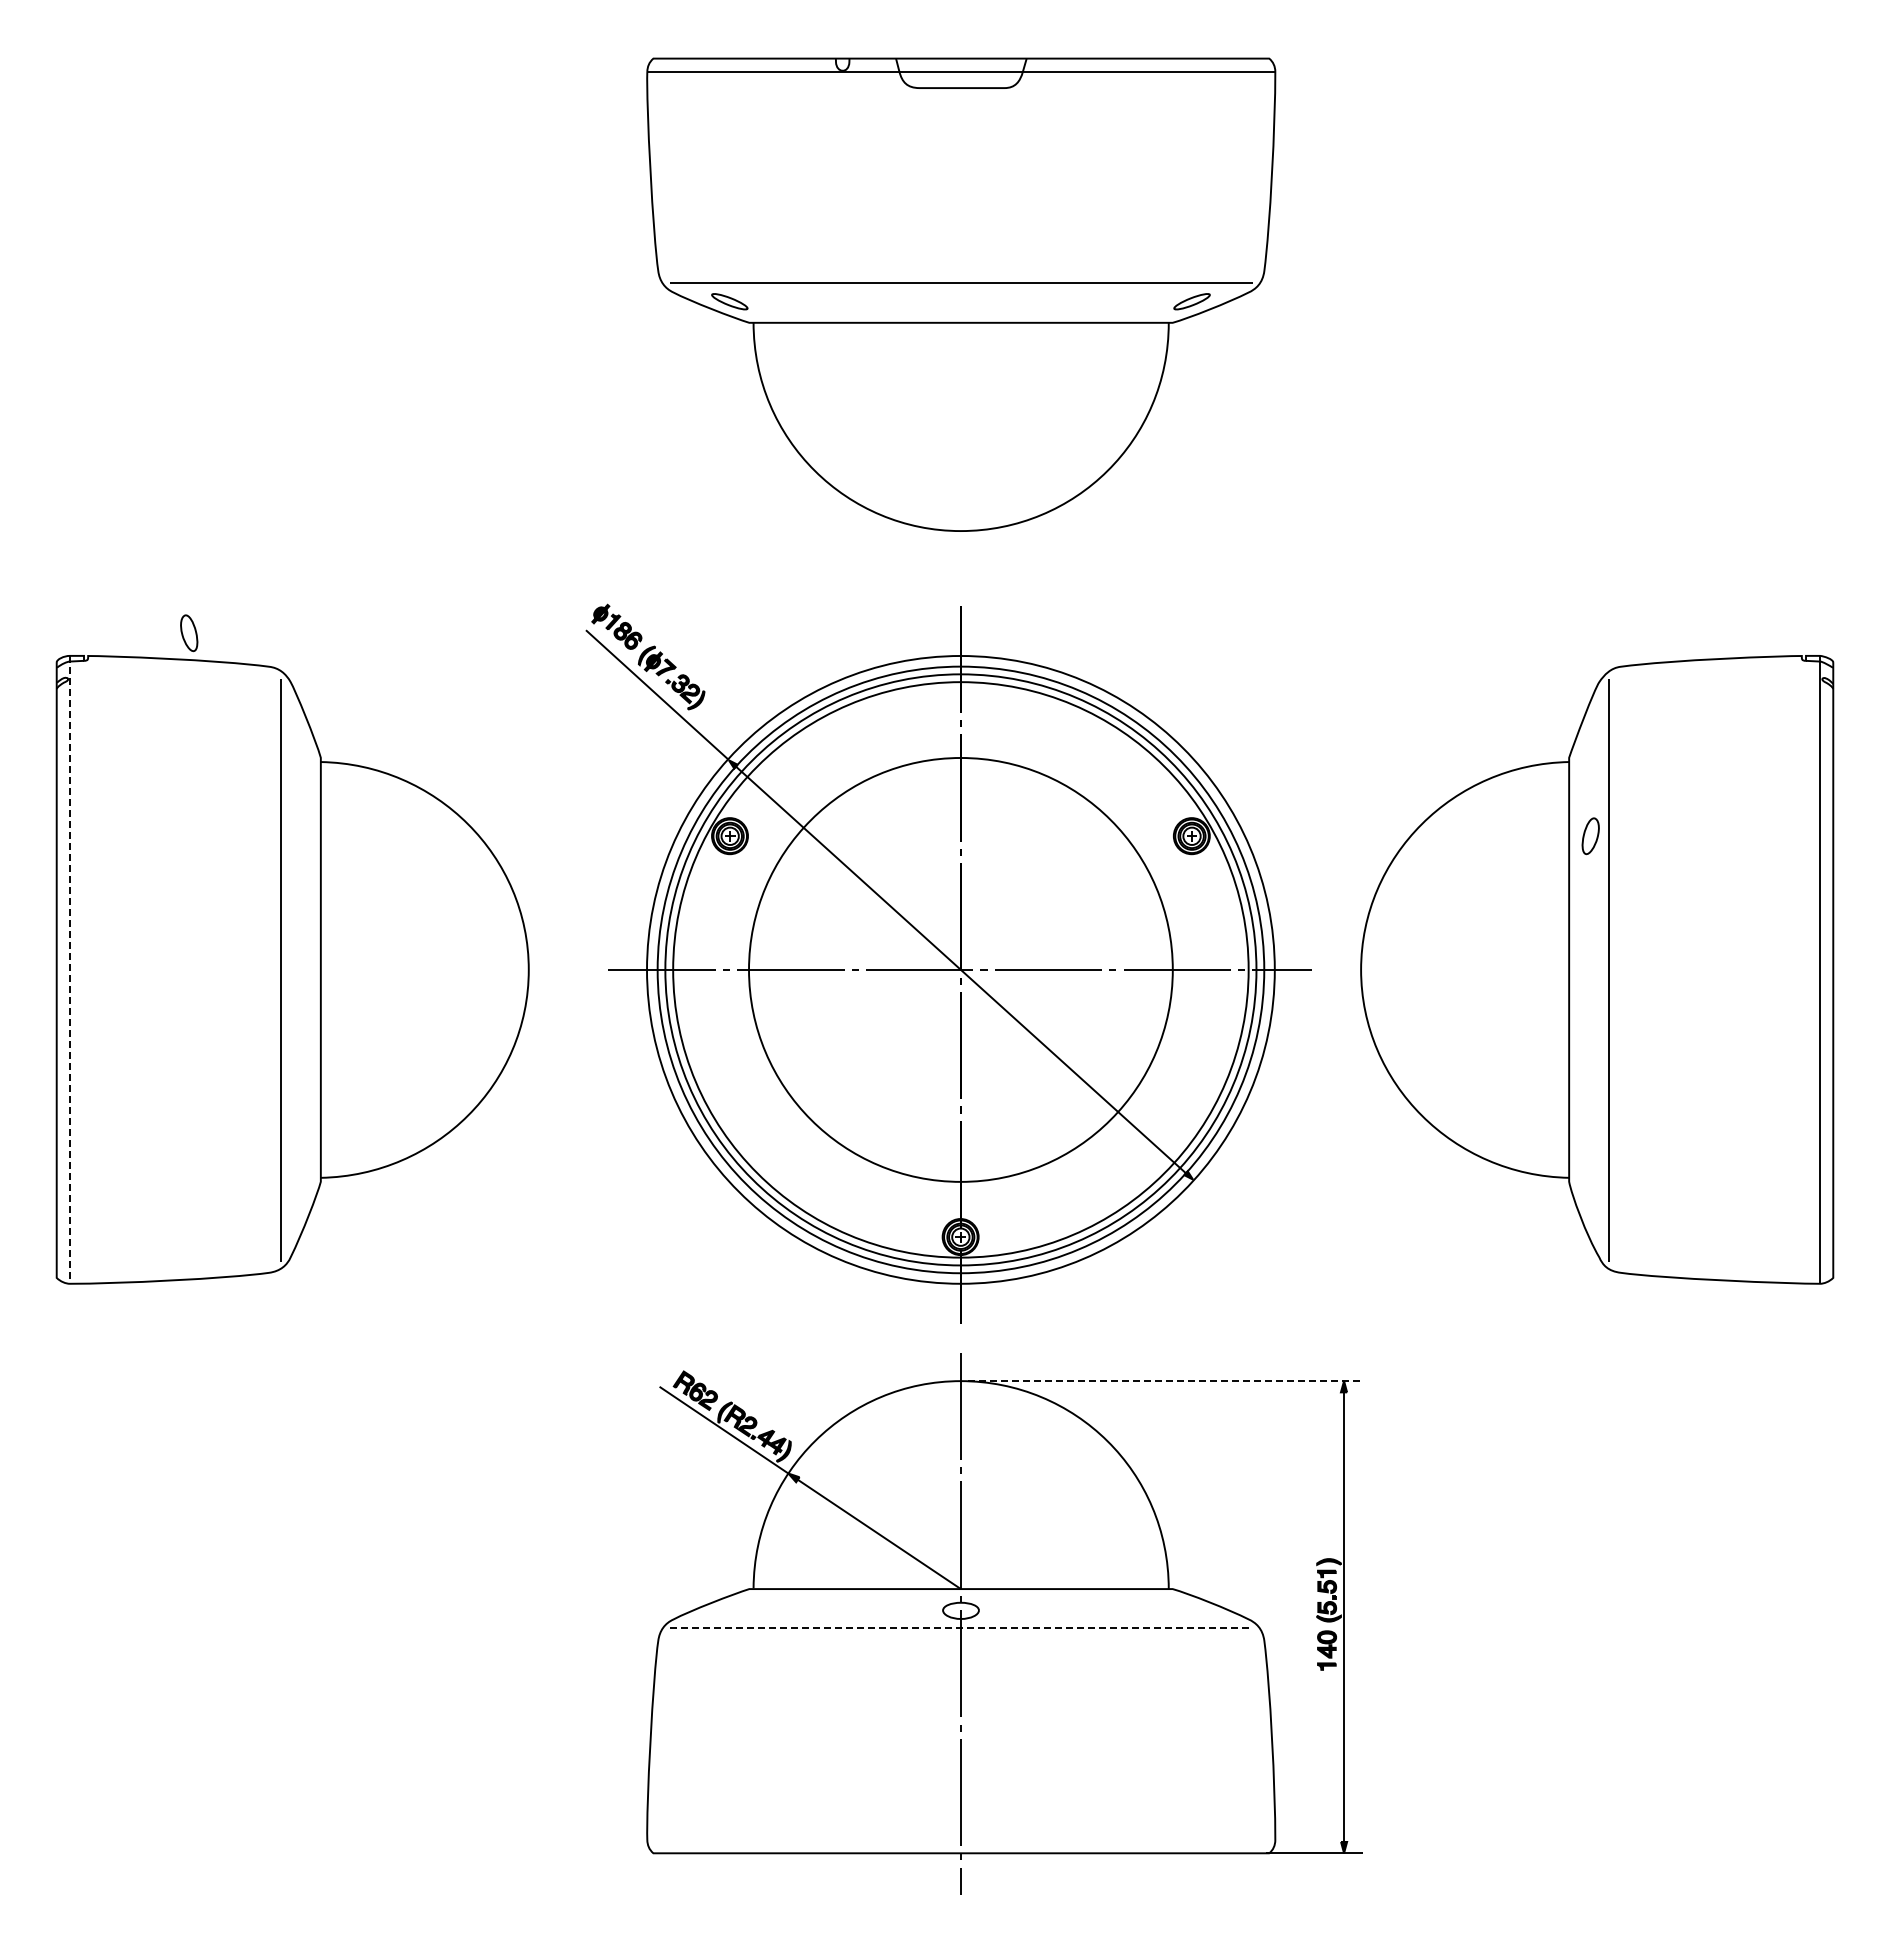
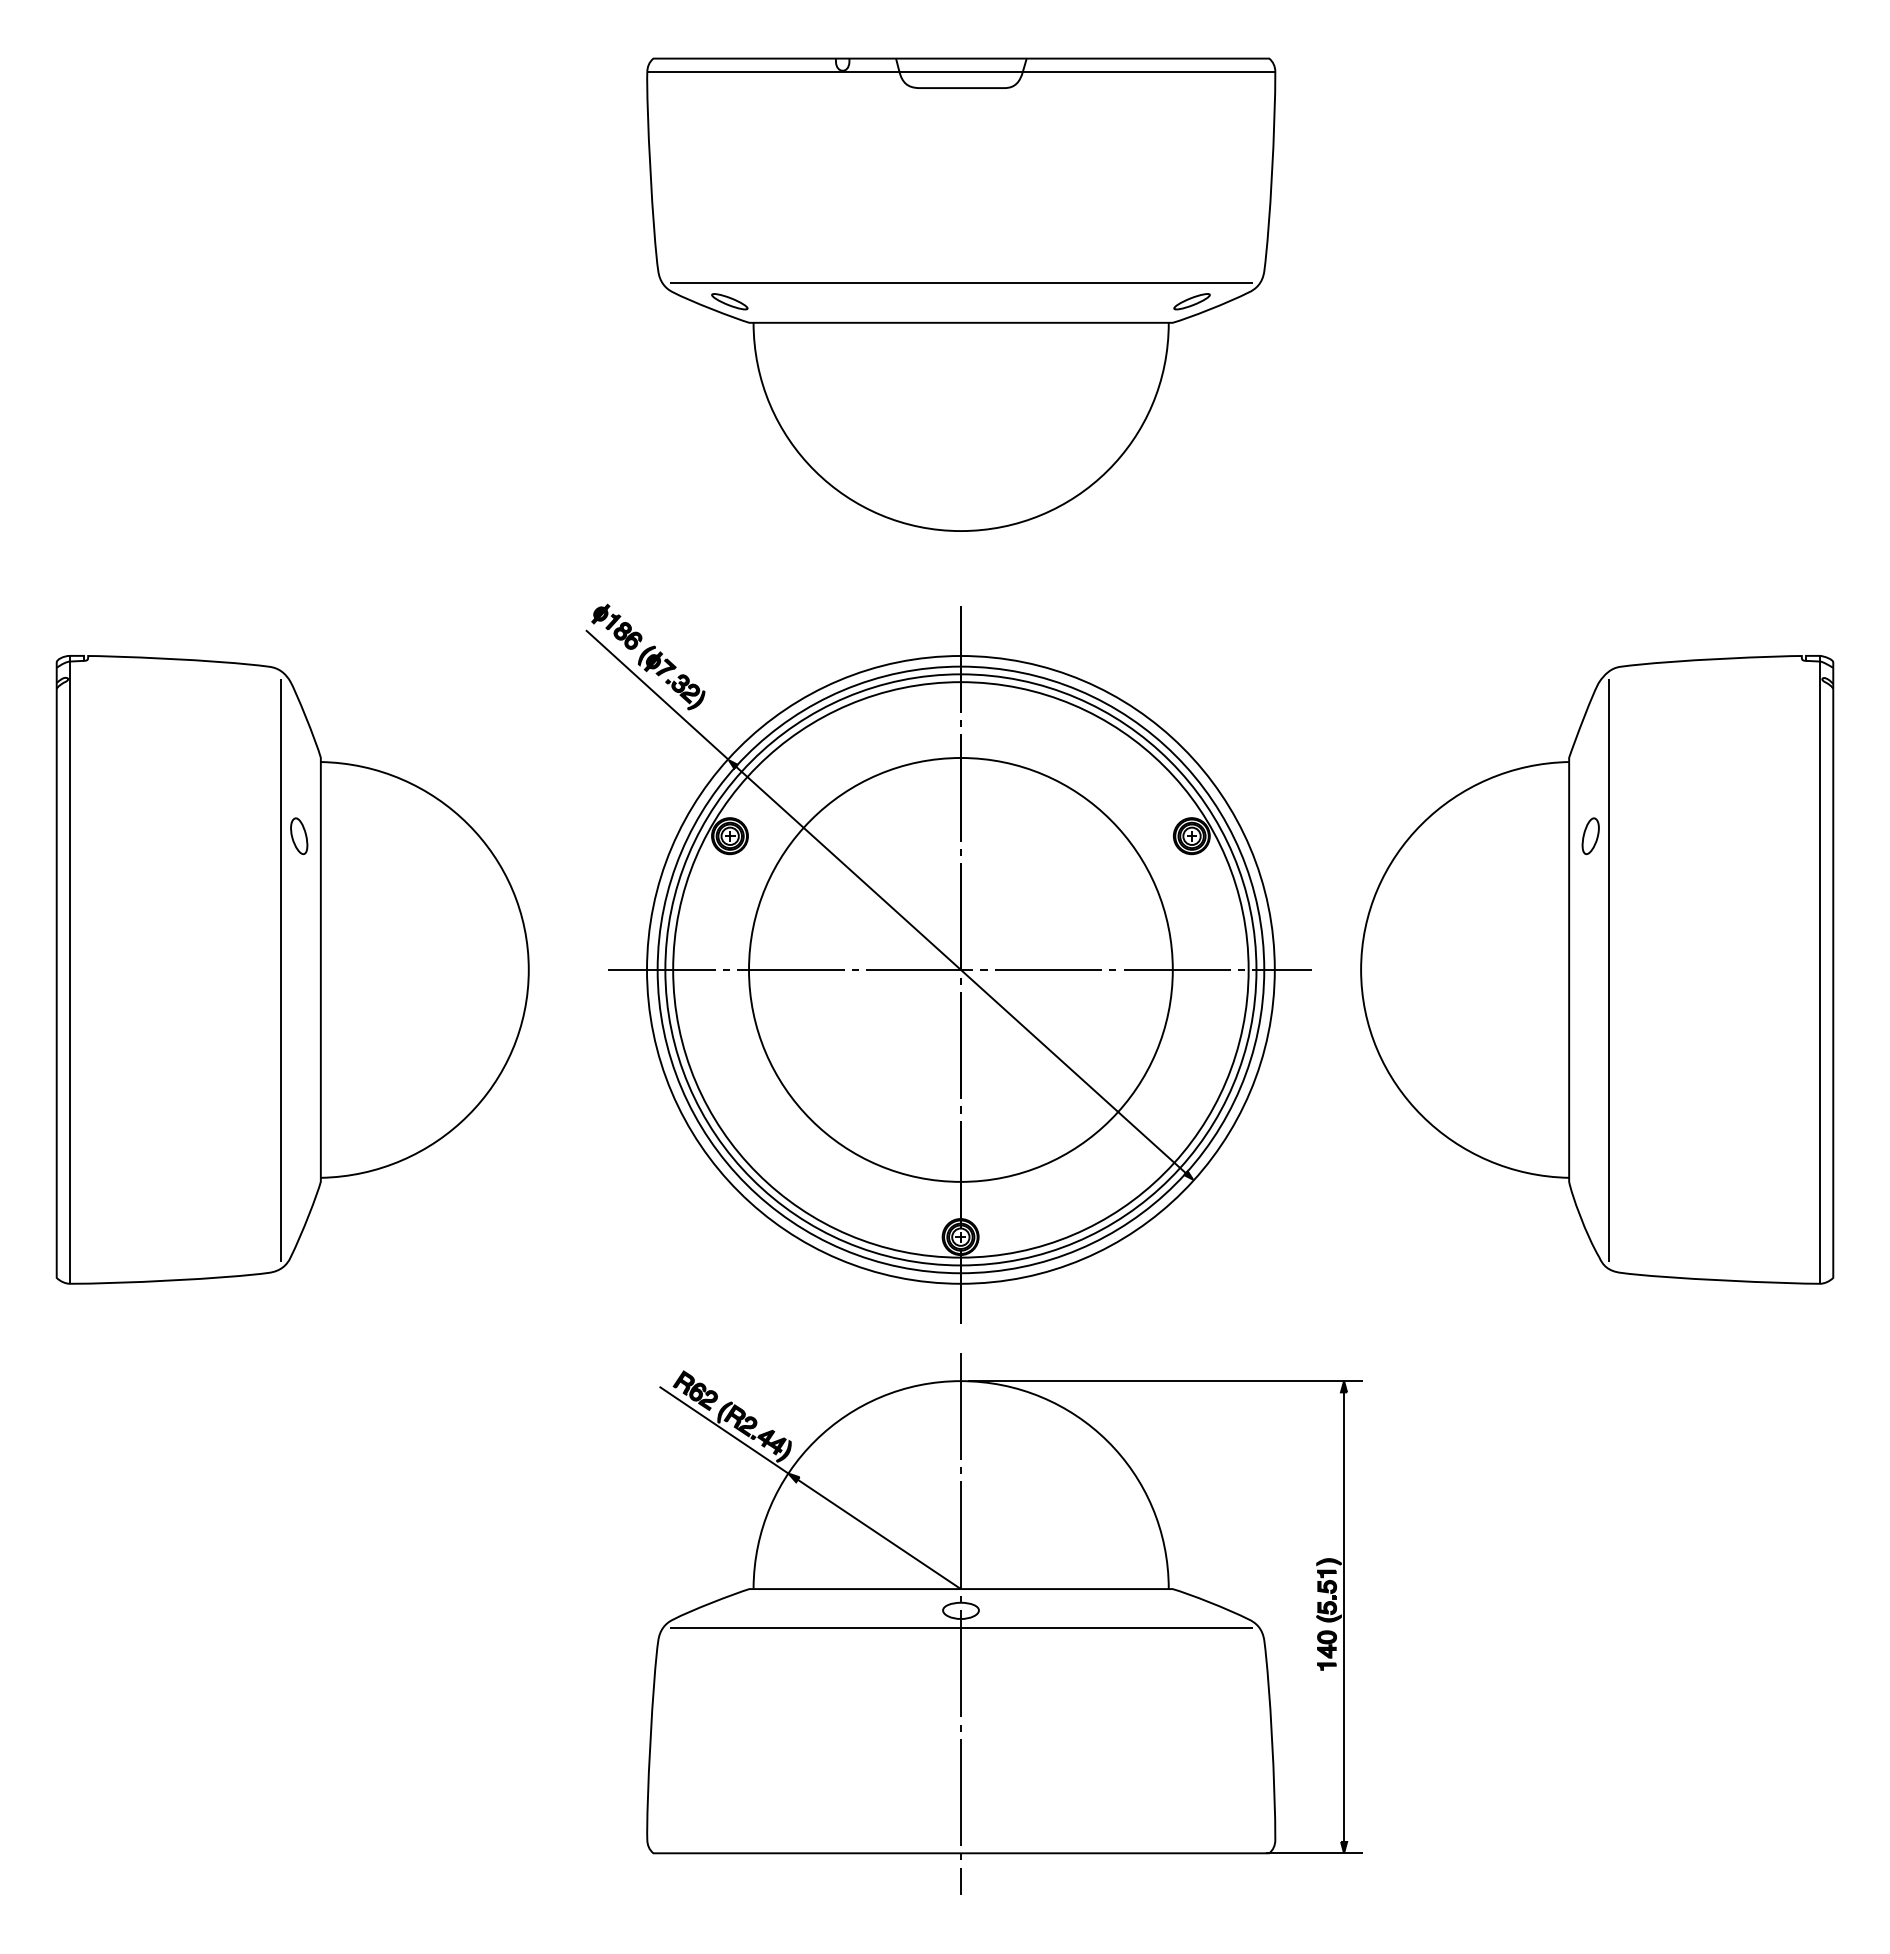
part at (189, 633) position: (189, 633) -> (299, 836)
line at (69, 970): dashed -> solid
line at (1165, 1381): dashed -> solid
line at (962, 1628): dashed -> solid
